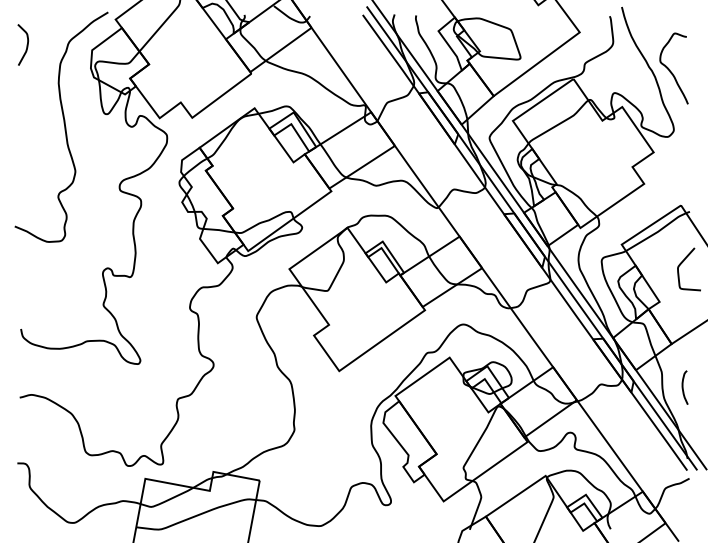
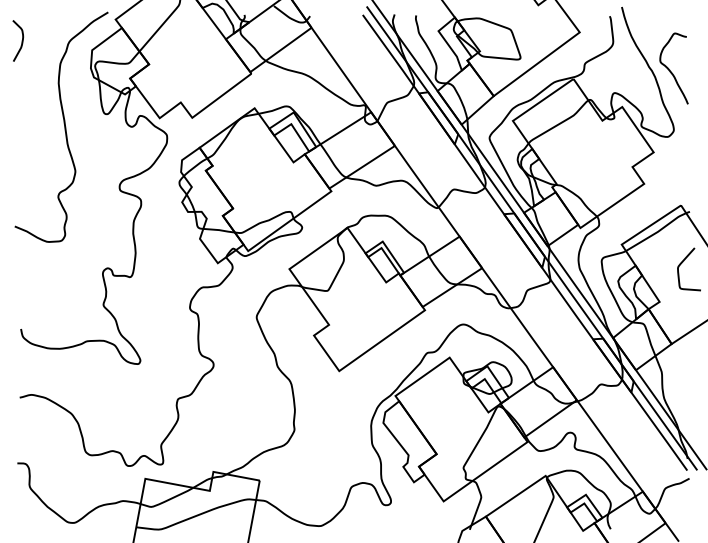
curve at (26, 44) position: (26, 44) -> (21, 40)
curve at (683, 387): present -> none
